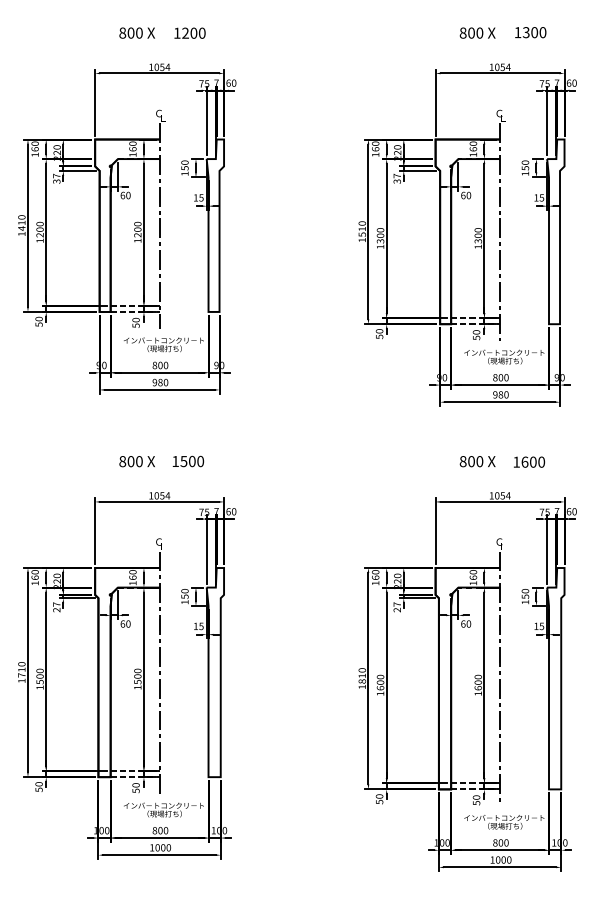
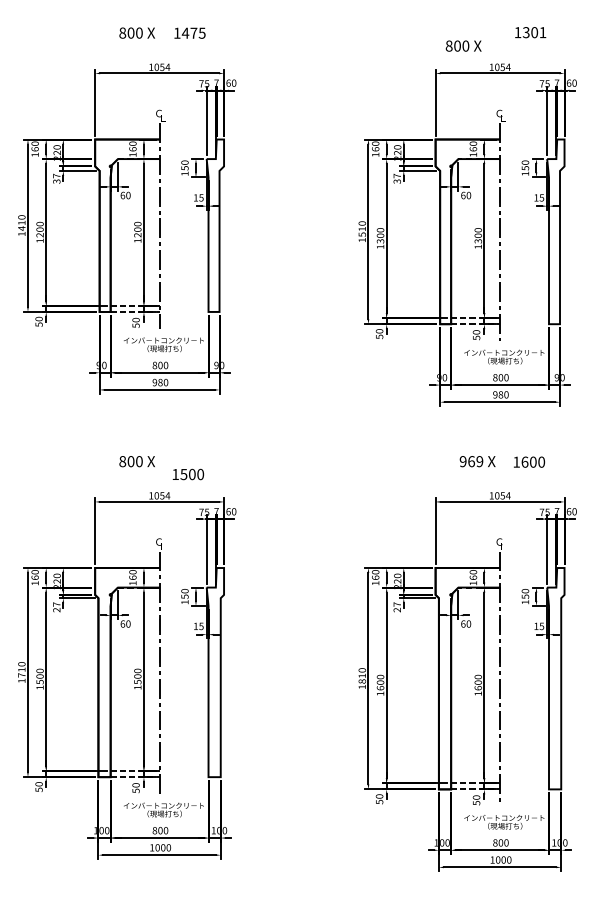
text at (193, 32): 1200 -> 1475
text at (477, 32) position: (477, 32) -> (463, 45)
text at (542, 32): 1300 -> 1301
text at (188, 461) position: (188, 461) -> (188, 474)
text at (471, 461): 800 -> 969
